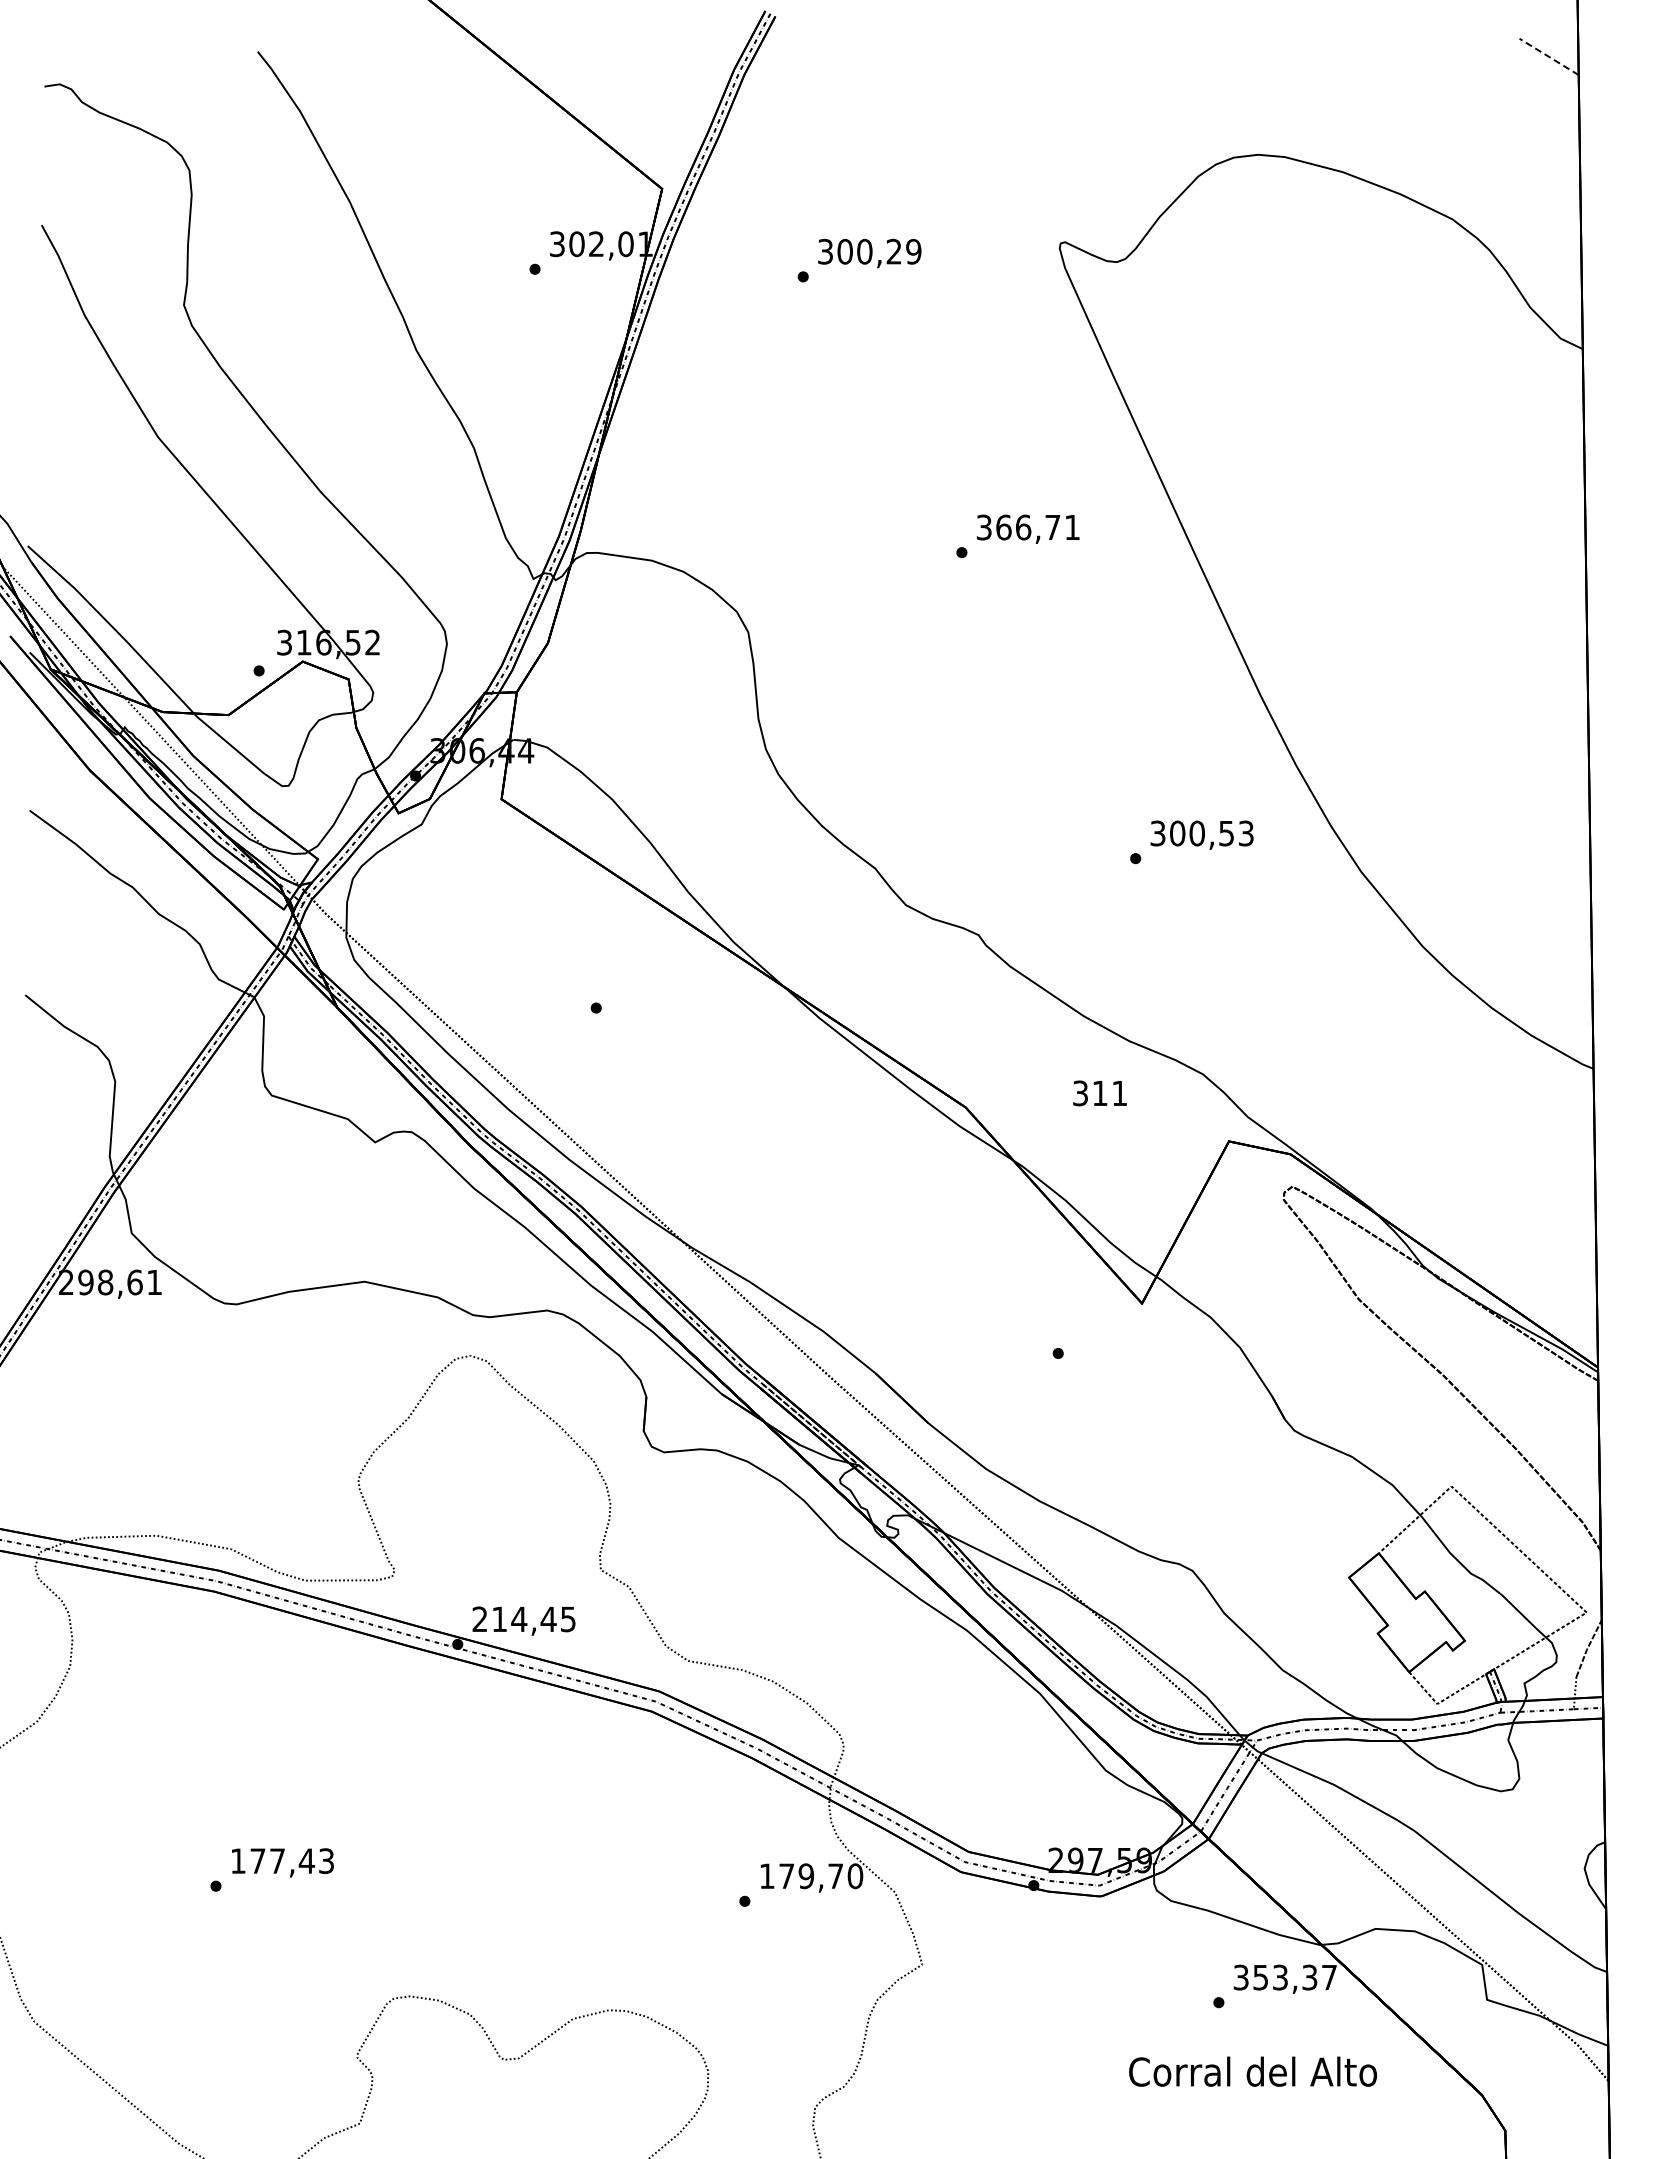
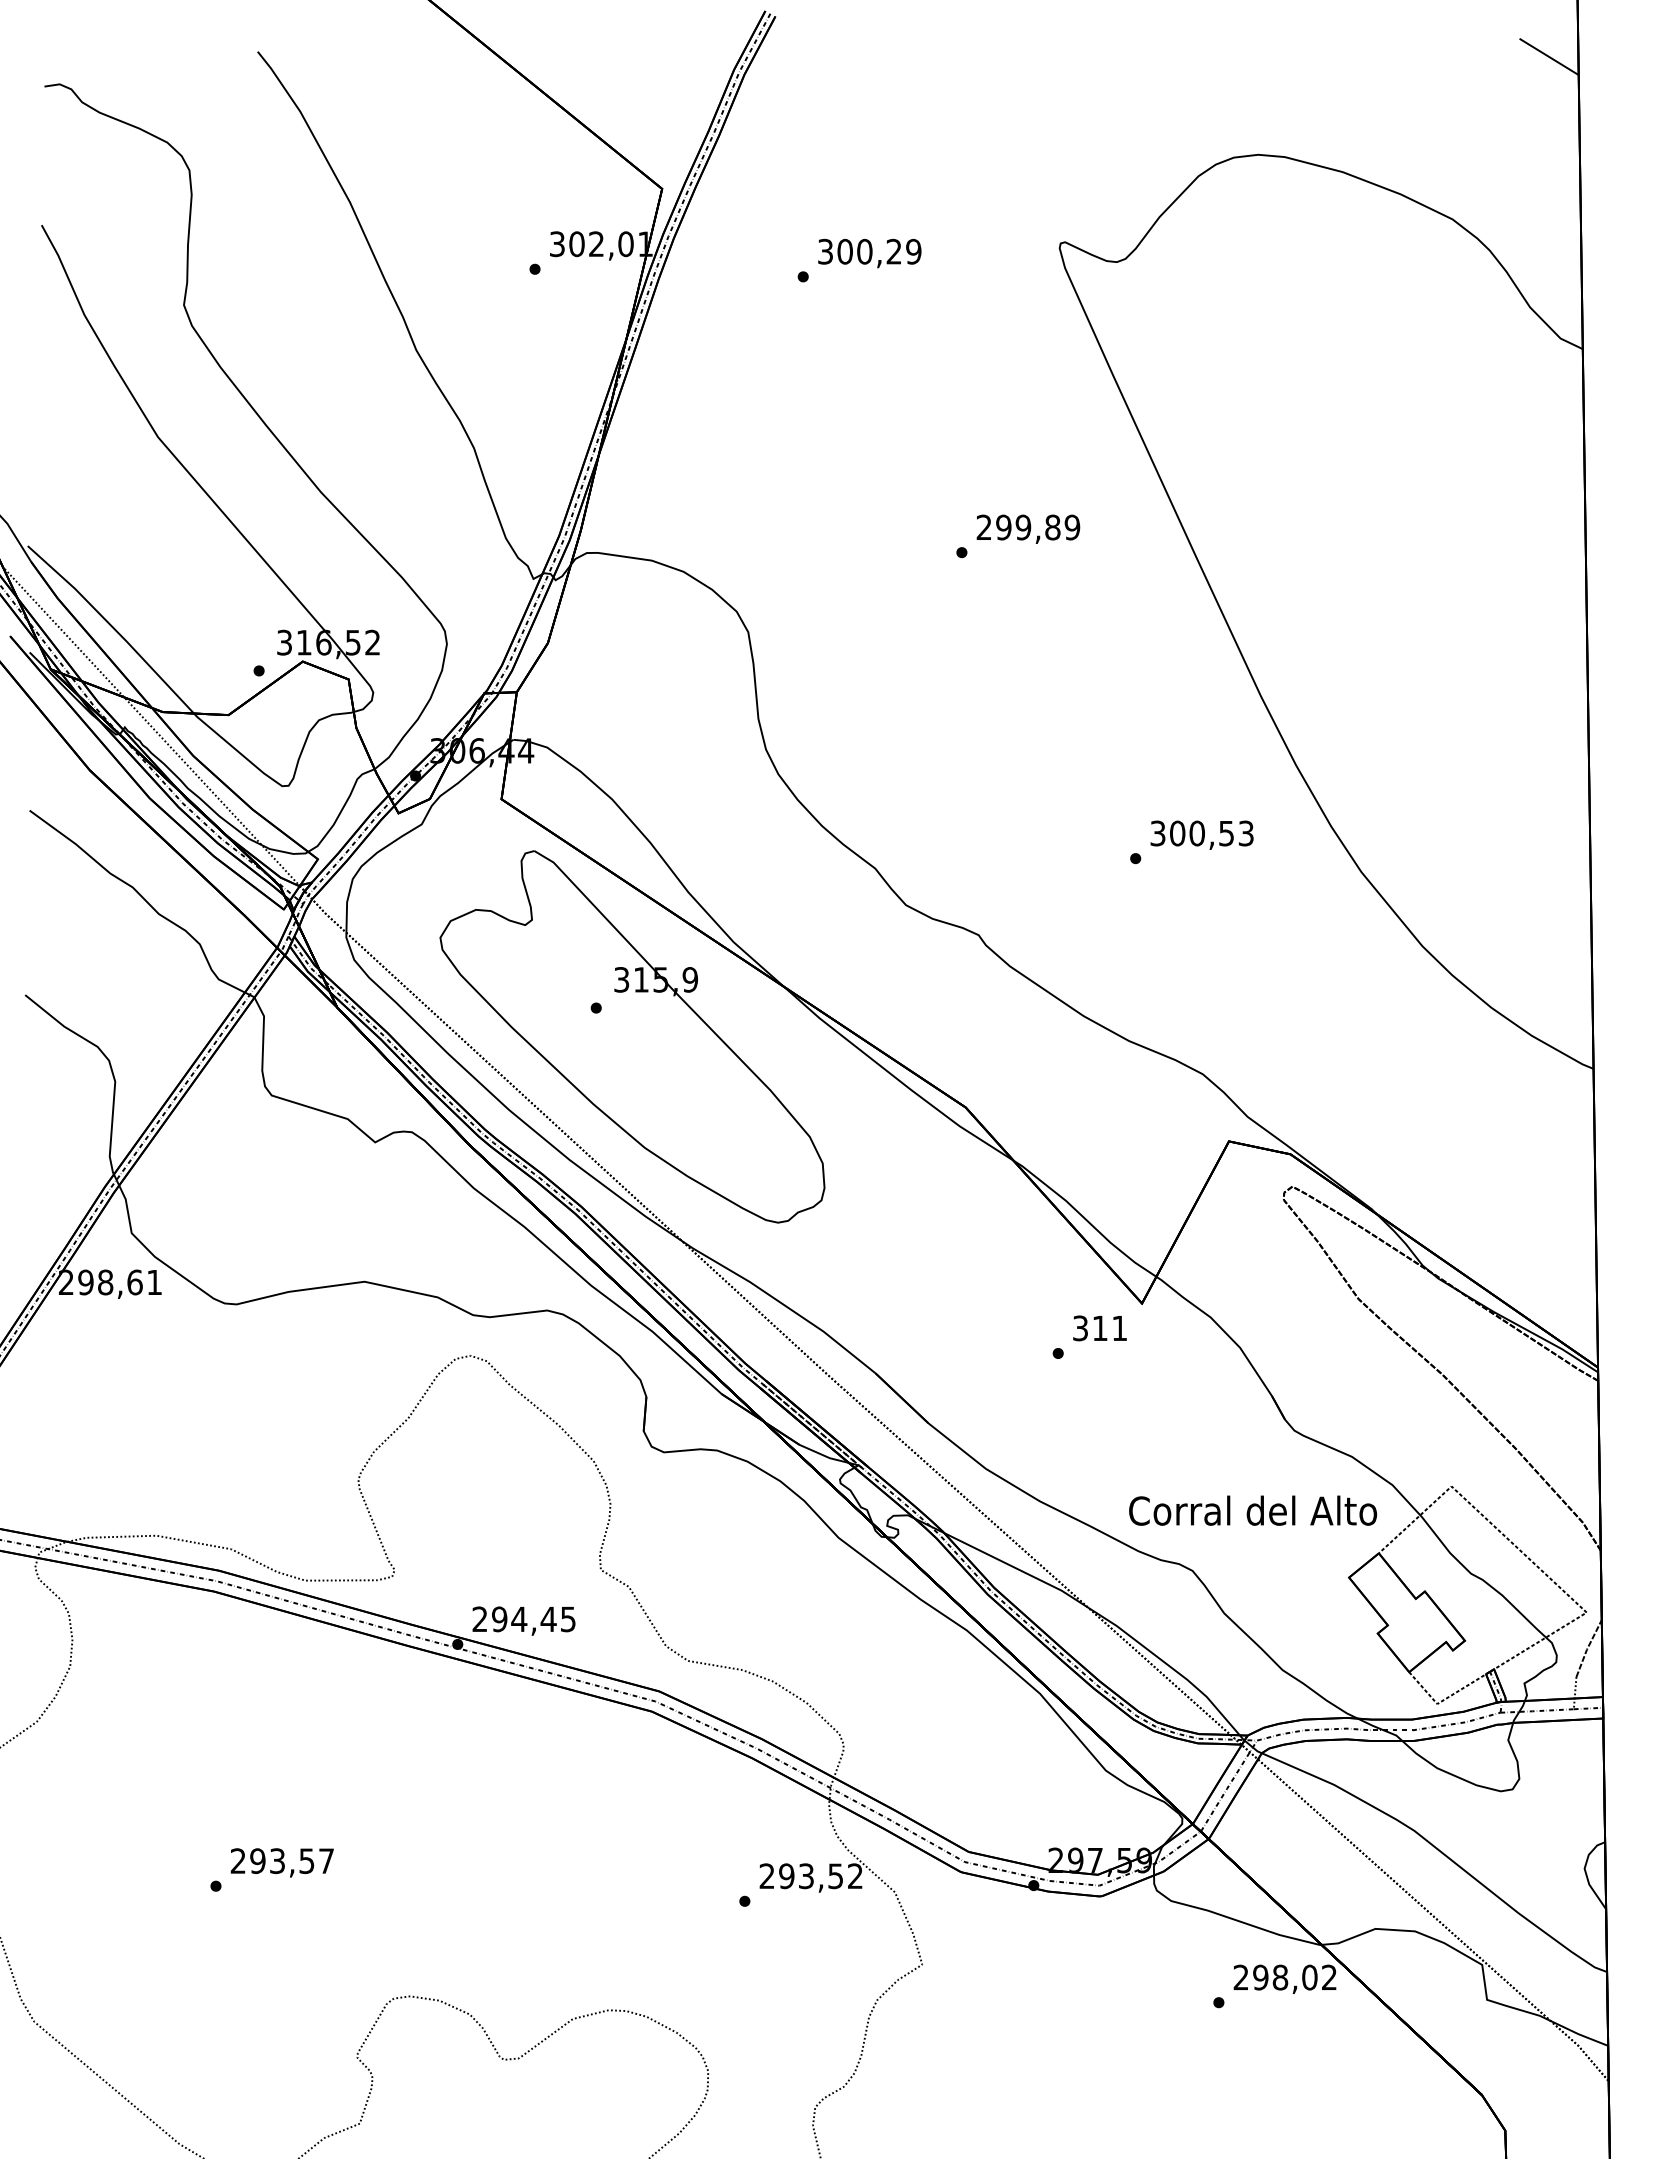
line at (1549, 56): dashed -> solid
text at (1028, 527): 366,71 -> 299,89
part at (632, 1036): none -> present
text at (1099, 1093) position: (1099, 1093) -> (1099, 1328)
text at (499, 1619): 214,45 -> 294,45
text at (281, 1861): 177,43 -> 293,57
text at (811, 1876): 179,70 -> 293,52
text at (1284, 1977): 353,37 -> 298,02
text at (1253, 2071) position: (1253, 2071) -> (1253, 1510)
